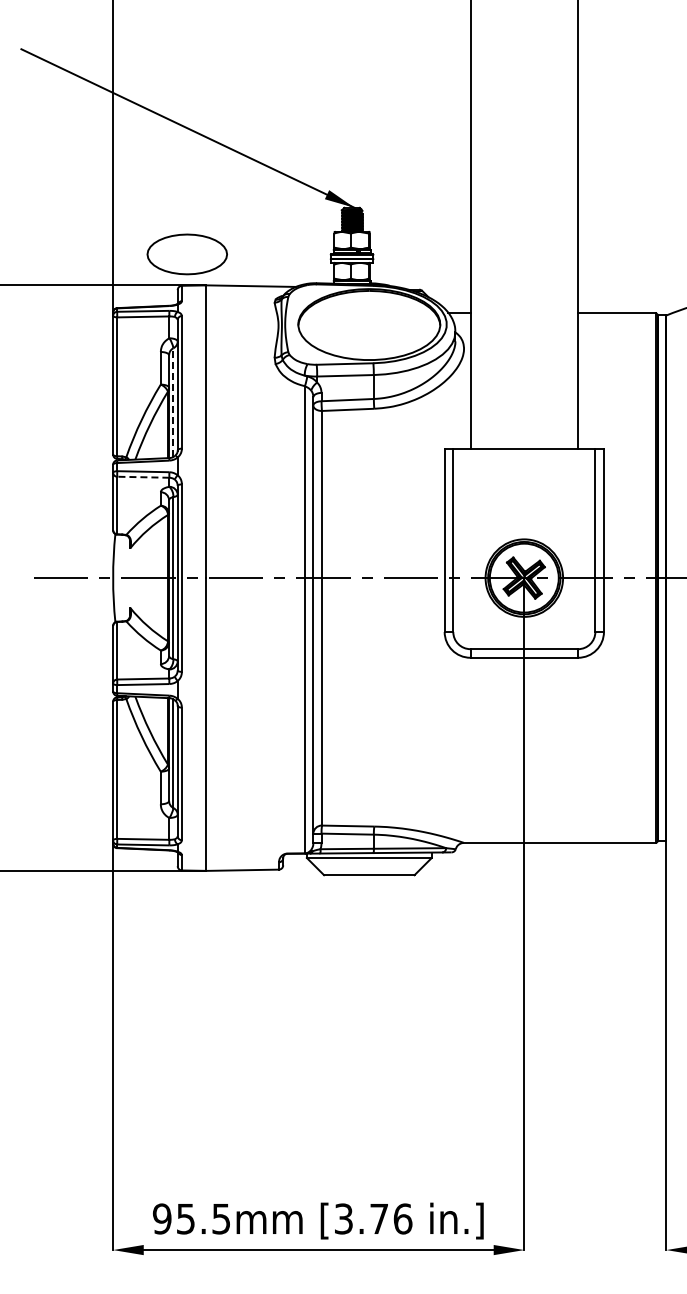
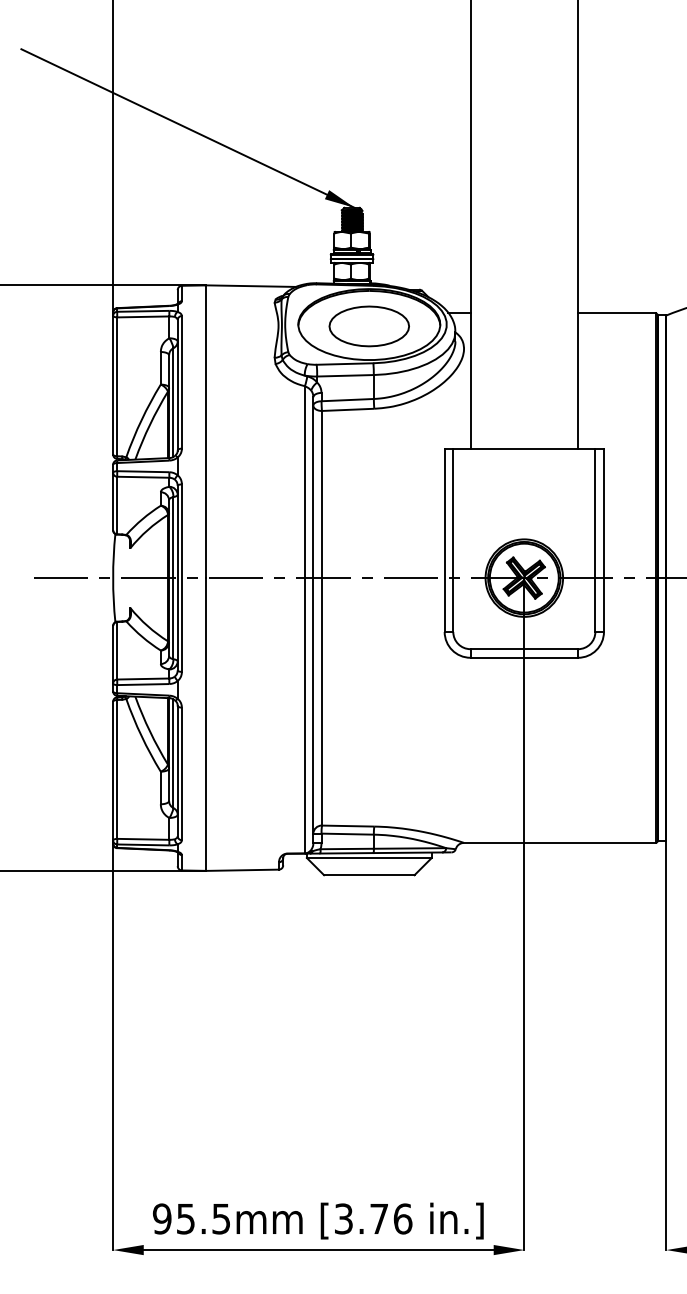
part at (186, 254) position: (186, 254) -> (368, 326)
line at (173, 402): dashed -> solid
line at (142, 477): dashed -> solid
